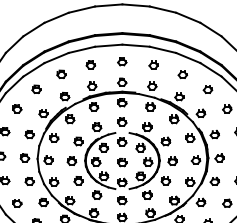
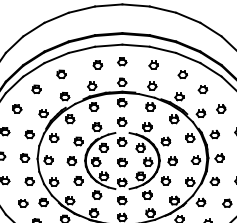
part at (90, 64) position: (90, 64) -> (97, 64)
part at (207, 89) position: (207, 89) -> (202, 89)
part at (227, 108) position: (227, 108) -> (221, 108)
part at (17, 203) position: (17, 203) -> (23, 203)
